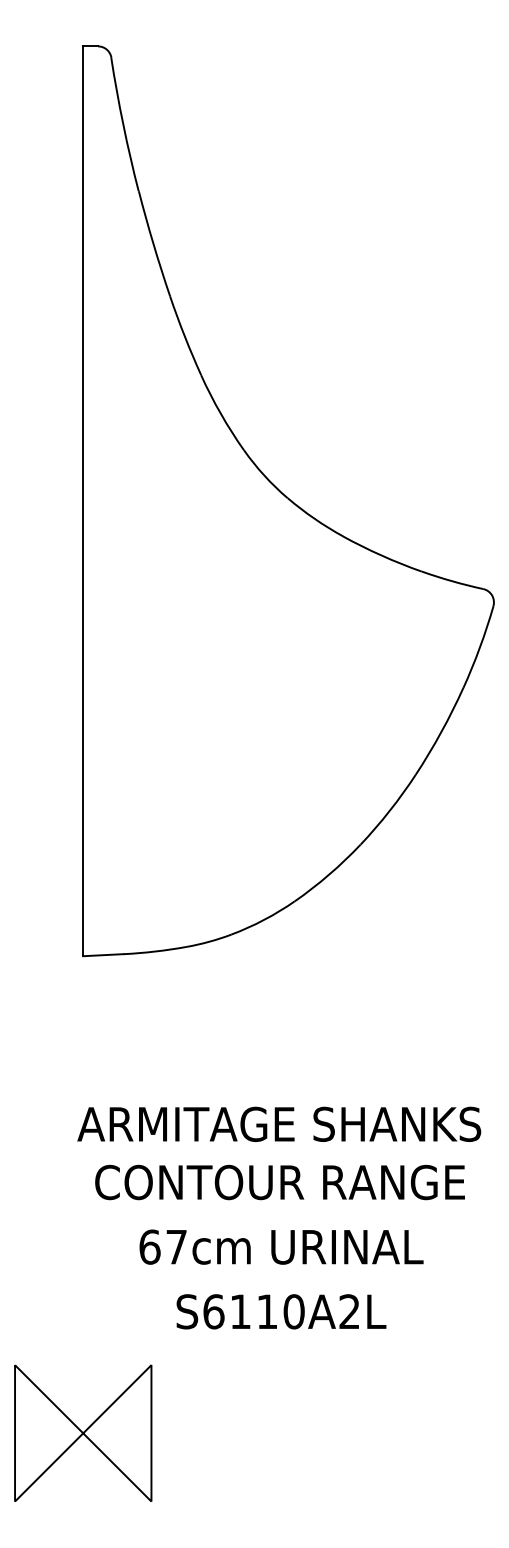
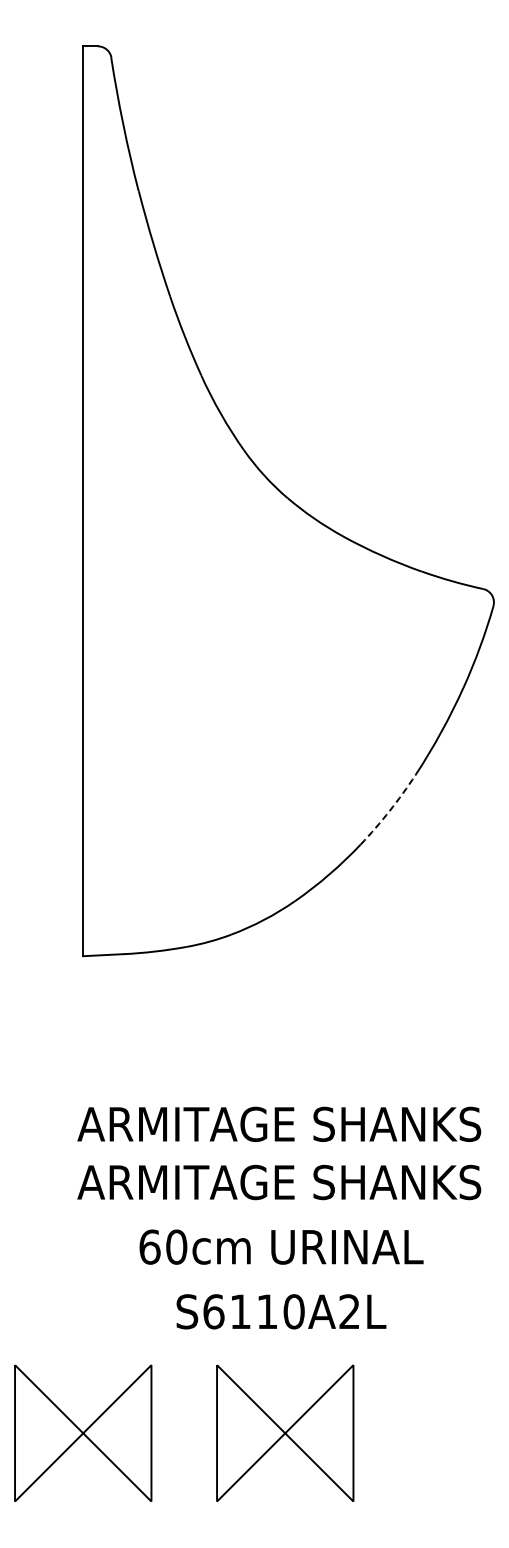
arc at (389, 810): solid -> dashed
text at (279, 1182): CONTOUR RANGE -> ARMITAGE SHANKS
text at (176, 1246): 67cm -> 60cm
part at (285, 1432): none -> present
